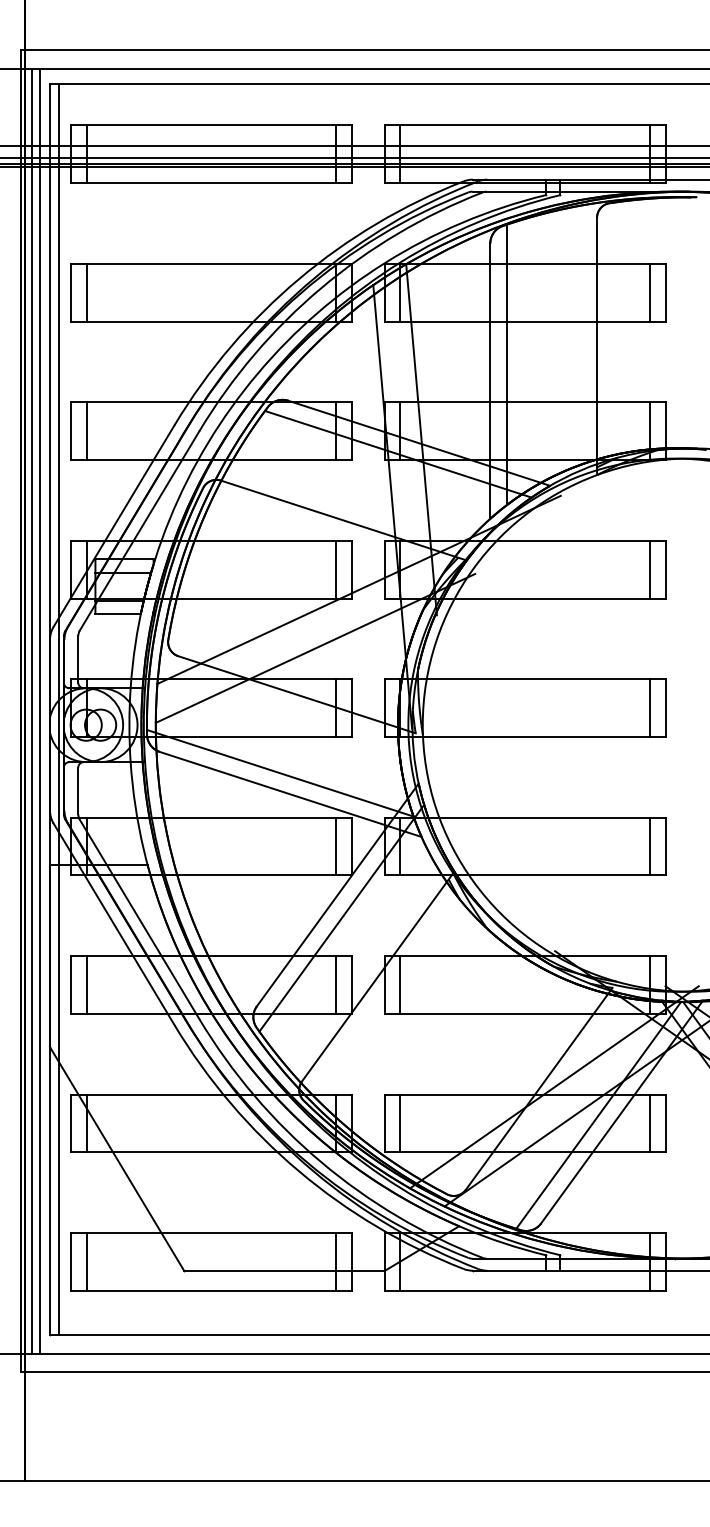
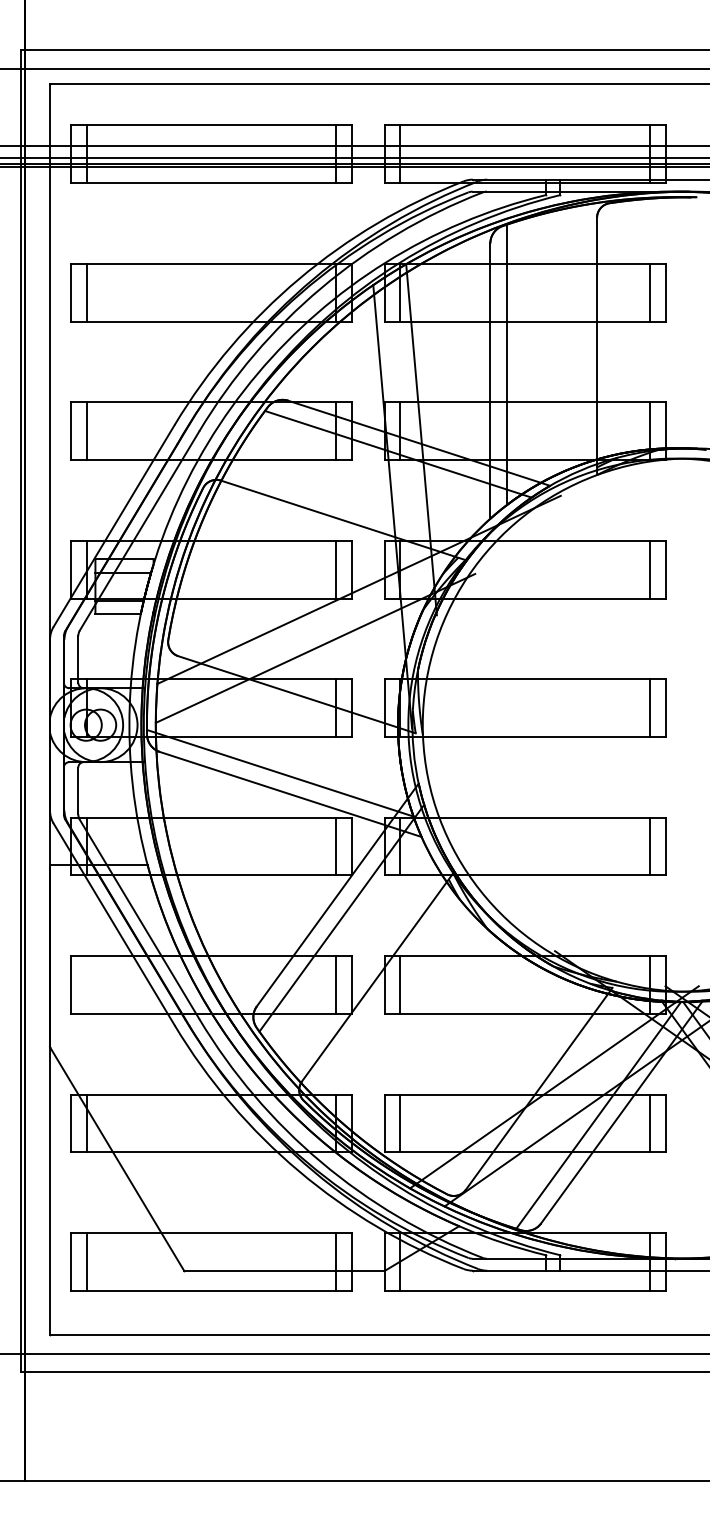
line at (58, 709): present -> none
line at (31, 710): present -> none
line at (40, 710): present -> none
line at (86, 984): present -> none
